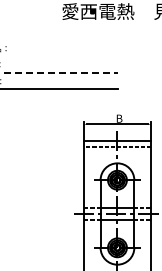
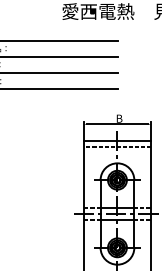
line at (60, 40): none -> present
line at (60, 57): none -> present
line at (59, 73): dashed -> solid
